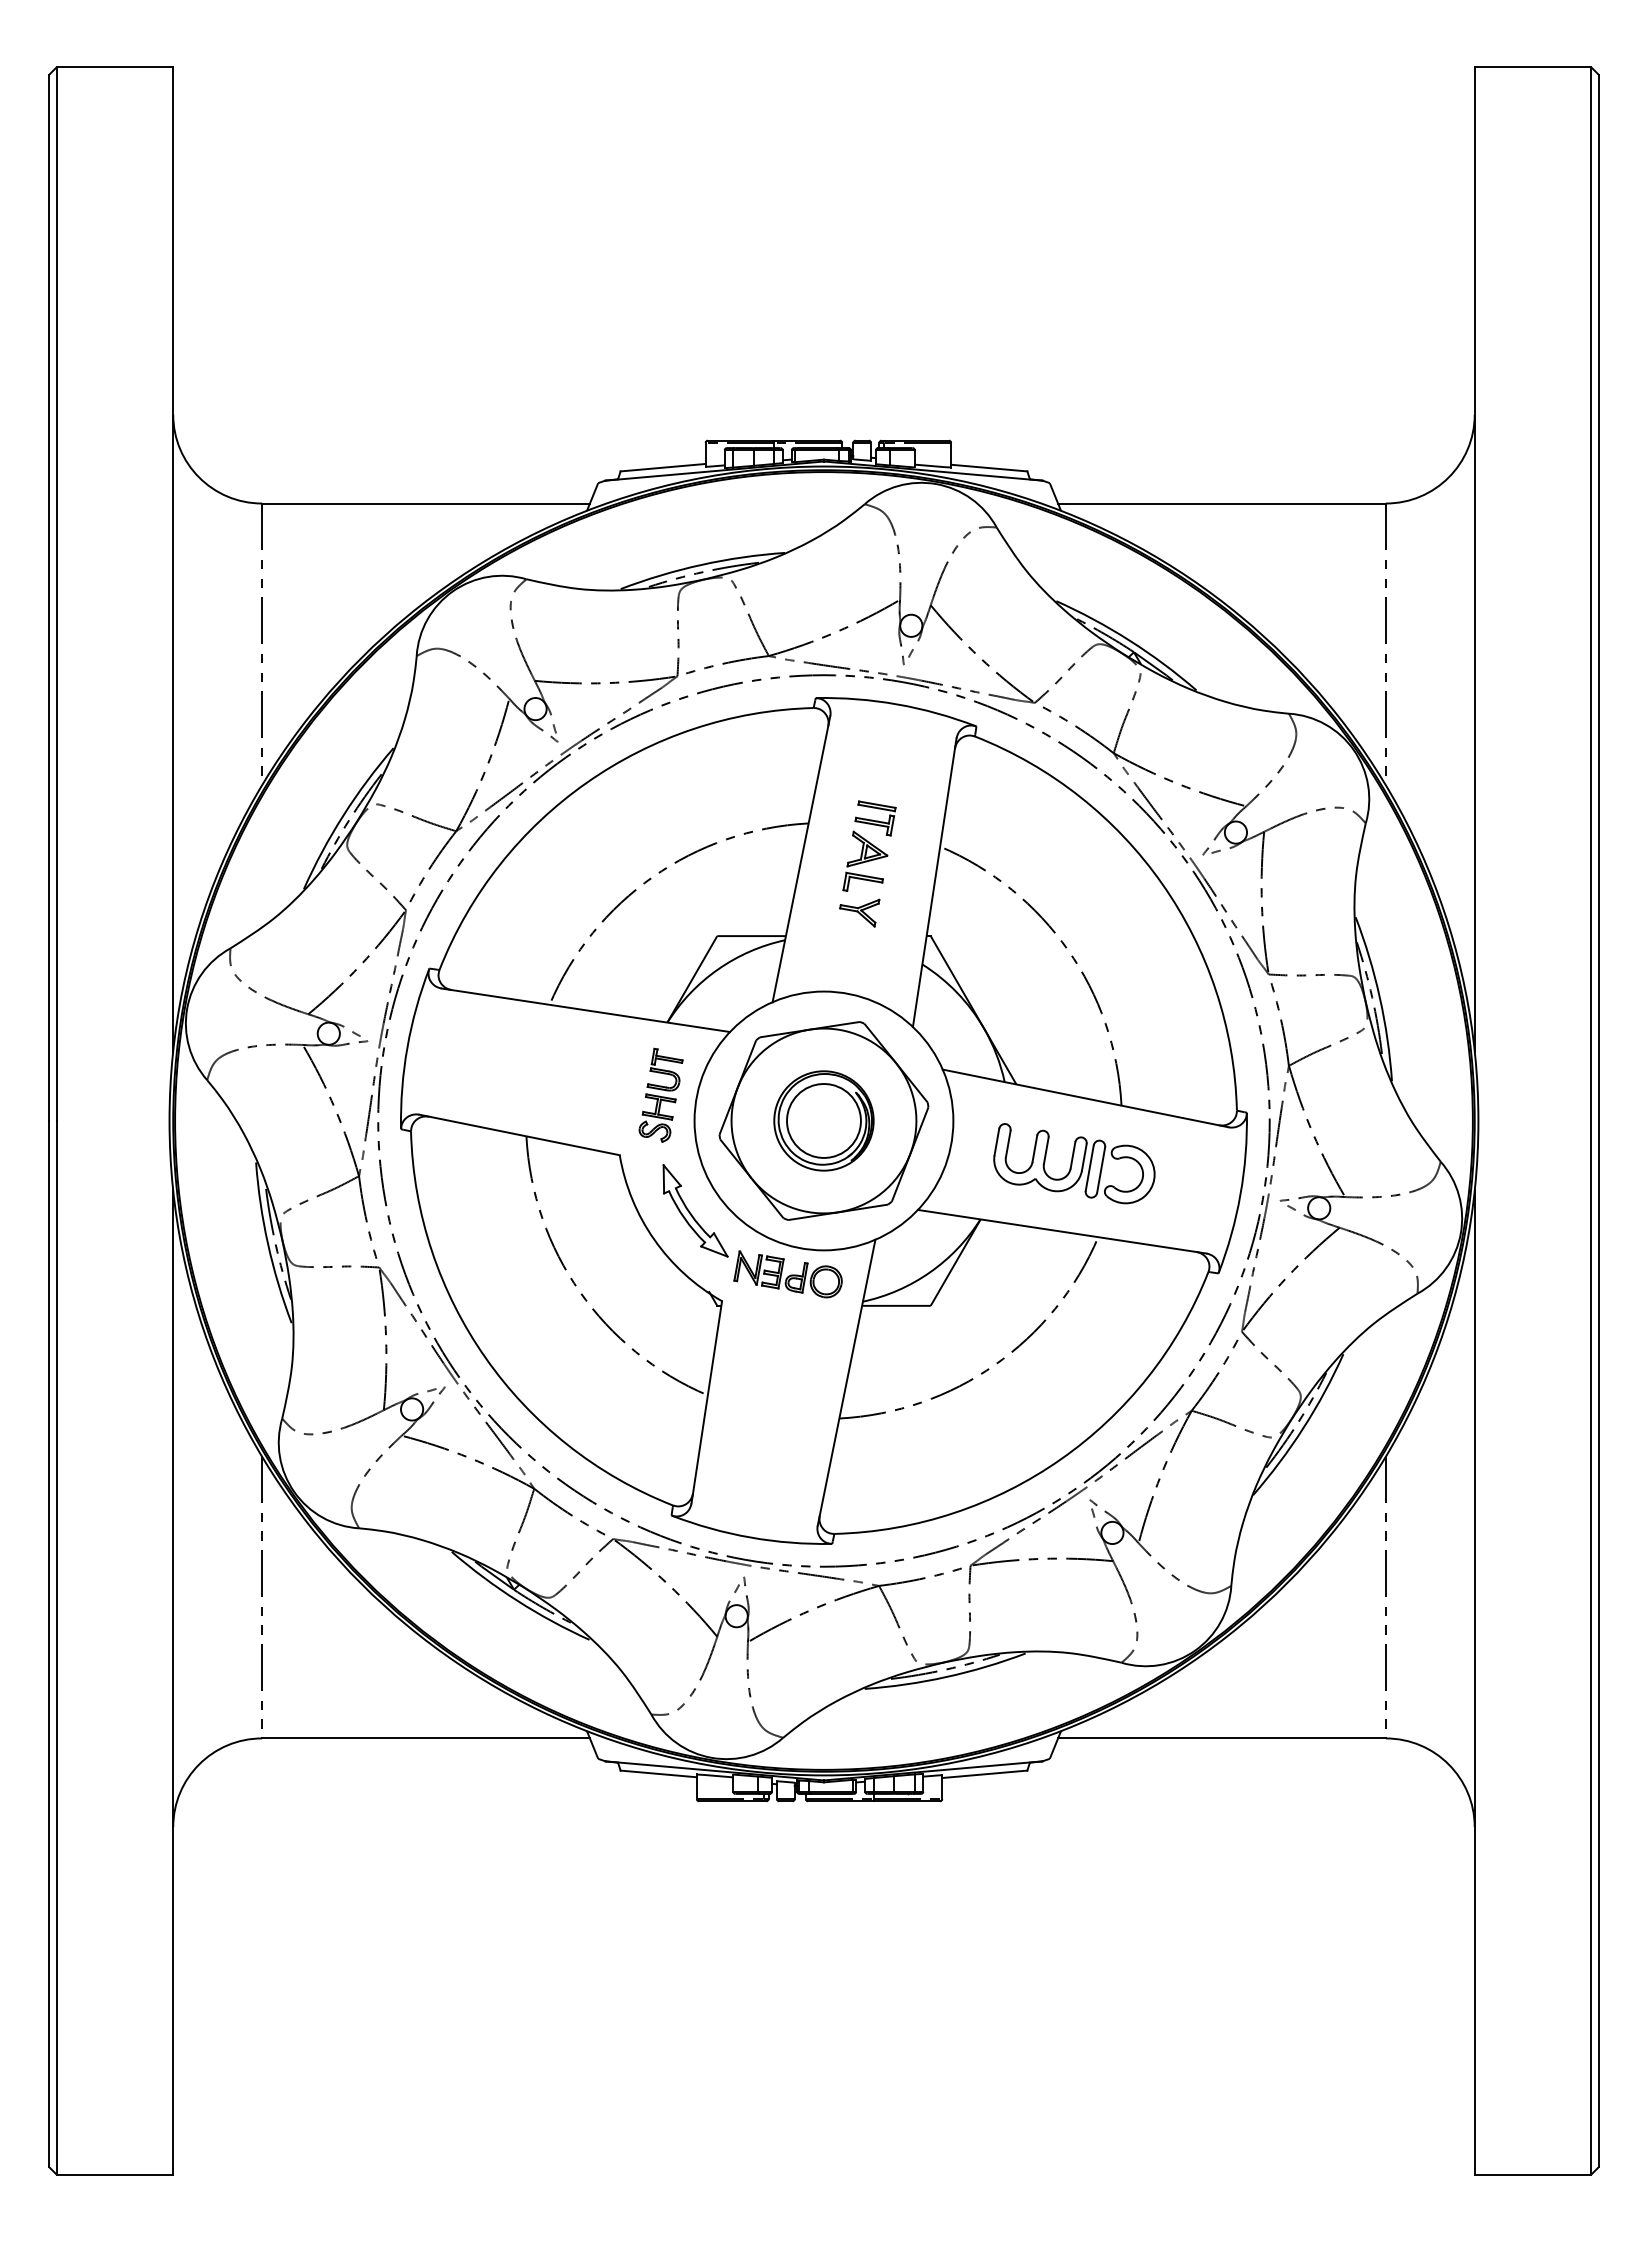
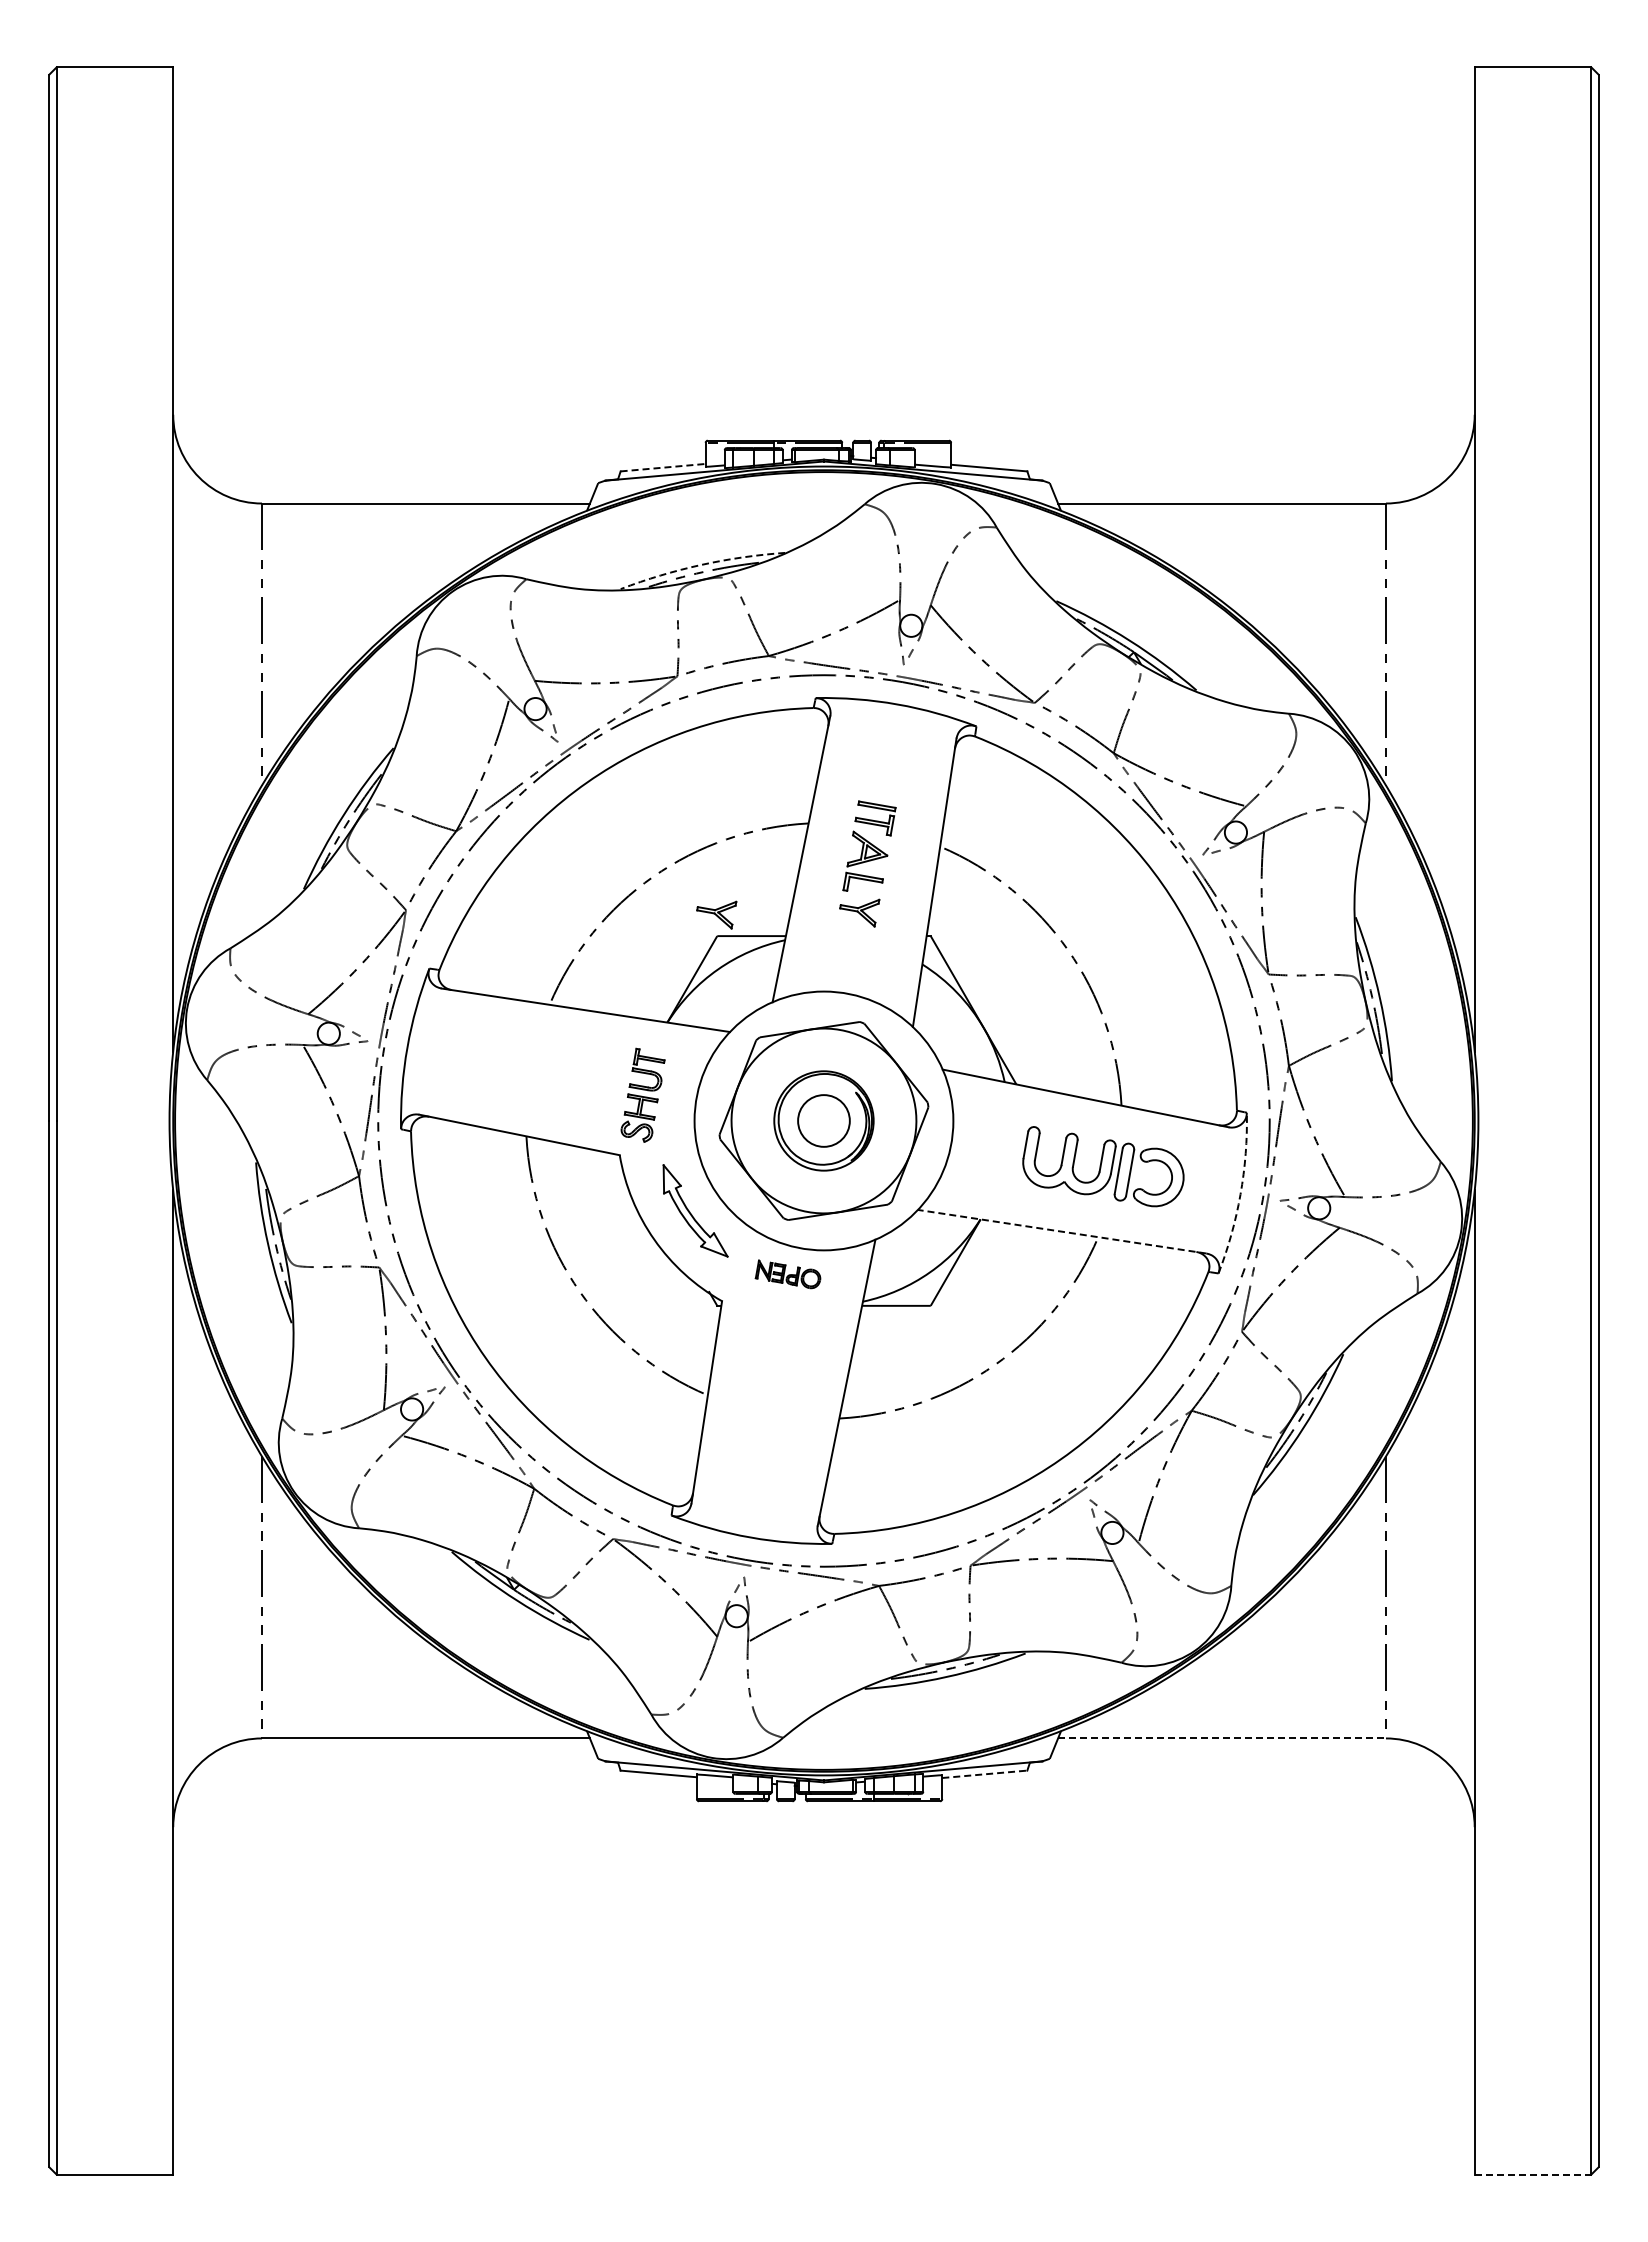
line at (663, 467): solid -> dashed
arc at (701, 564): solid -> dashed
part at (716, 914): none -> present
part at (660, 1094) position: (660, 1094) -> (642, 1094)
circle at (823, 1120) diameter: 74 px -> 52 px
part at (1074, 1163) position: (1074, 1163) -> (1103, 1166)
arc at (1240, 1194): solid -> dashed
line at (1062, 1231): solid -> dashed
part at (787, 1274) size: 110x49 px -> 68x31 px
line at (1222, 1738): solid -> dashed
line at (984, 1774): solid -> dashed
line at (1533, 2174): solid -> dashed
